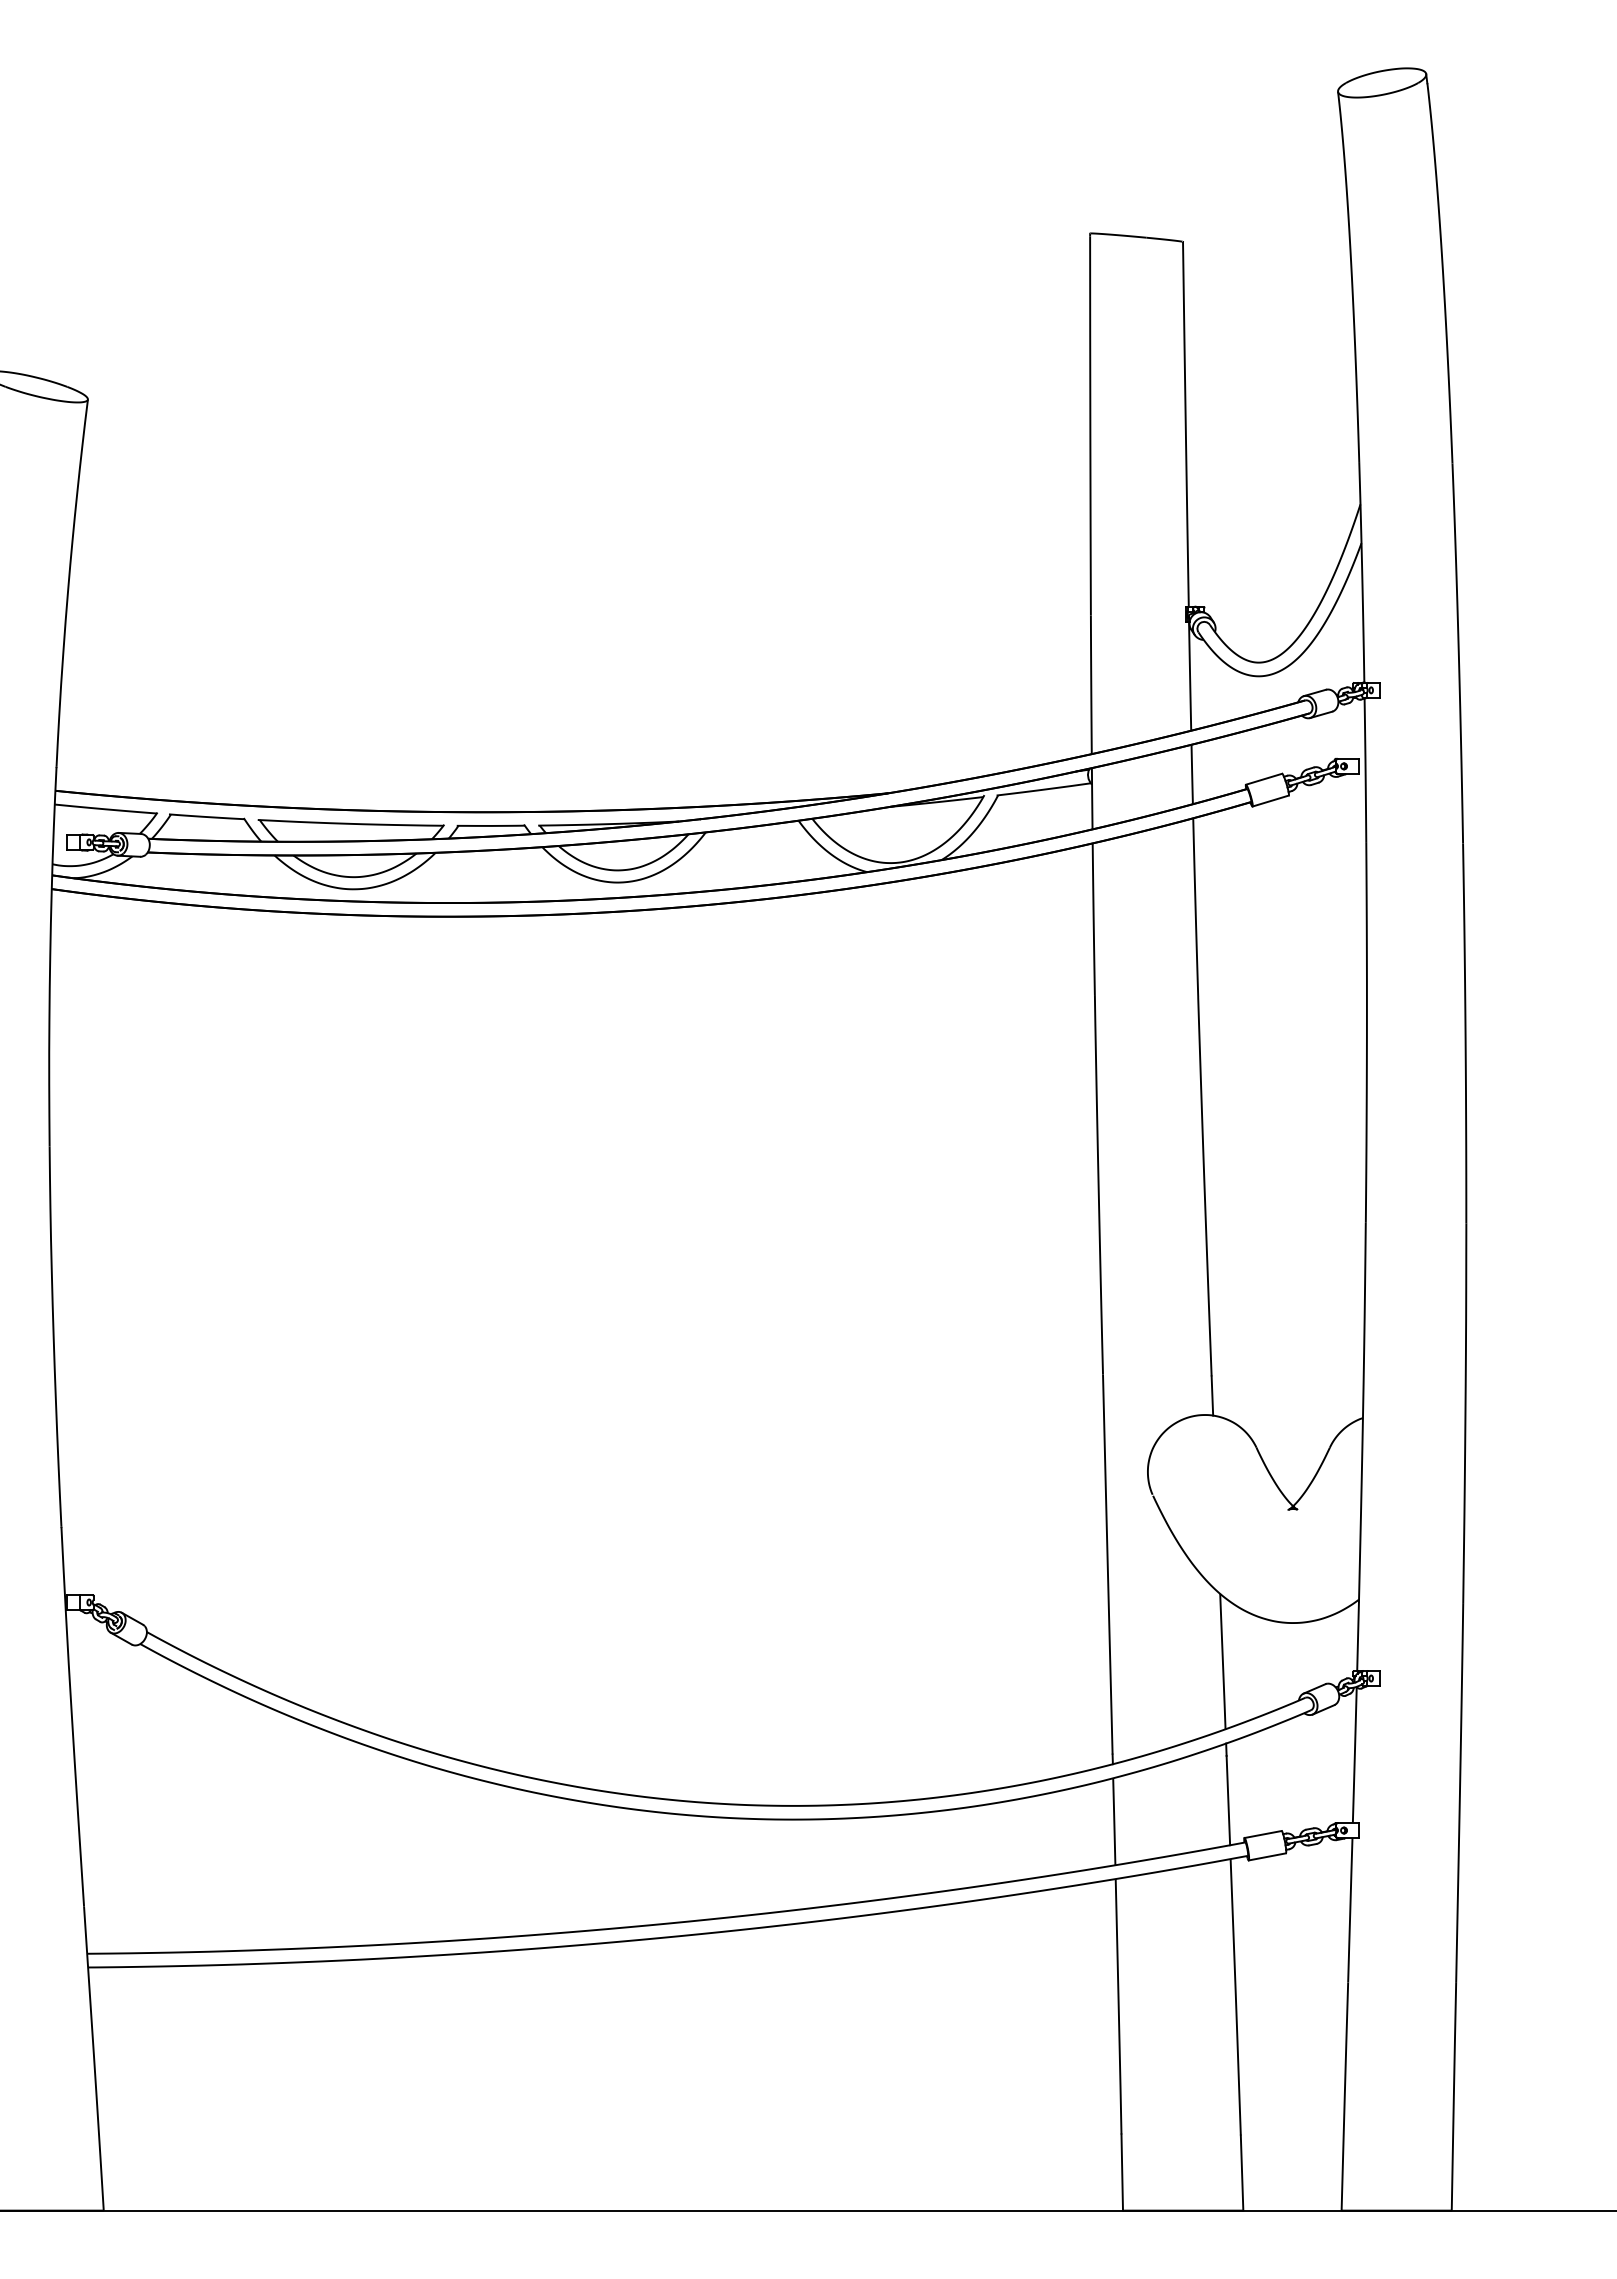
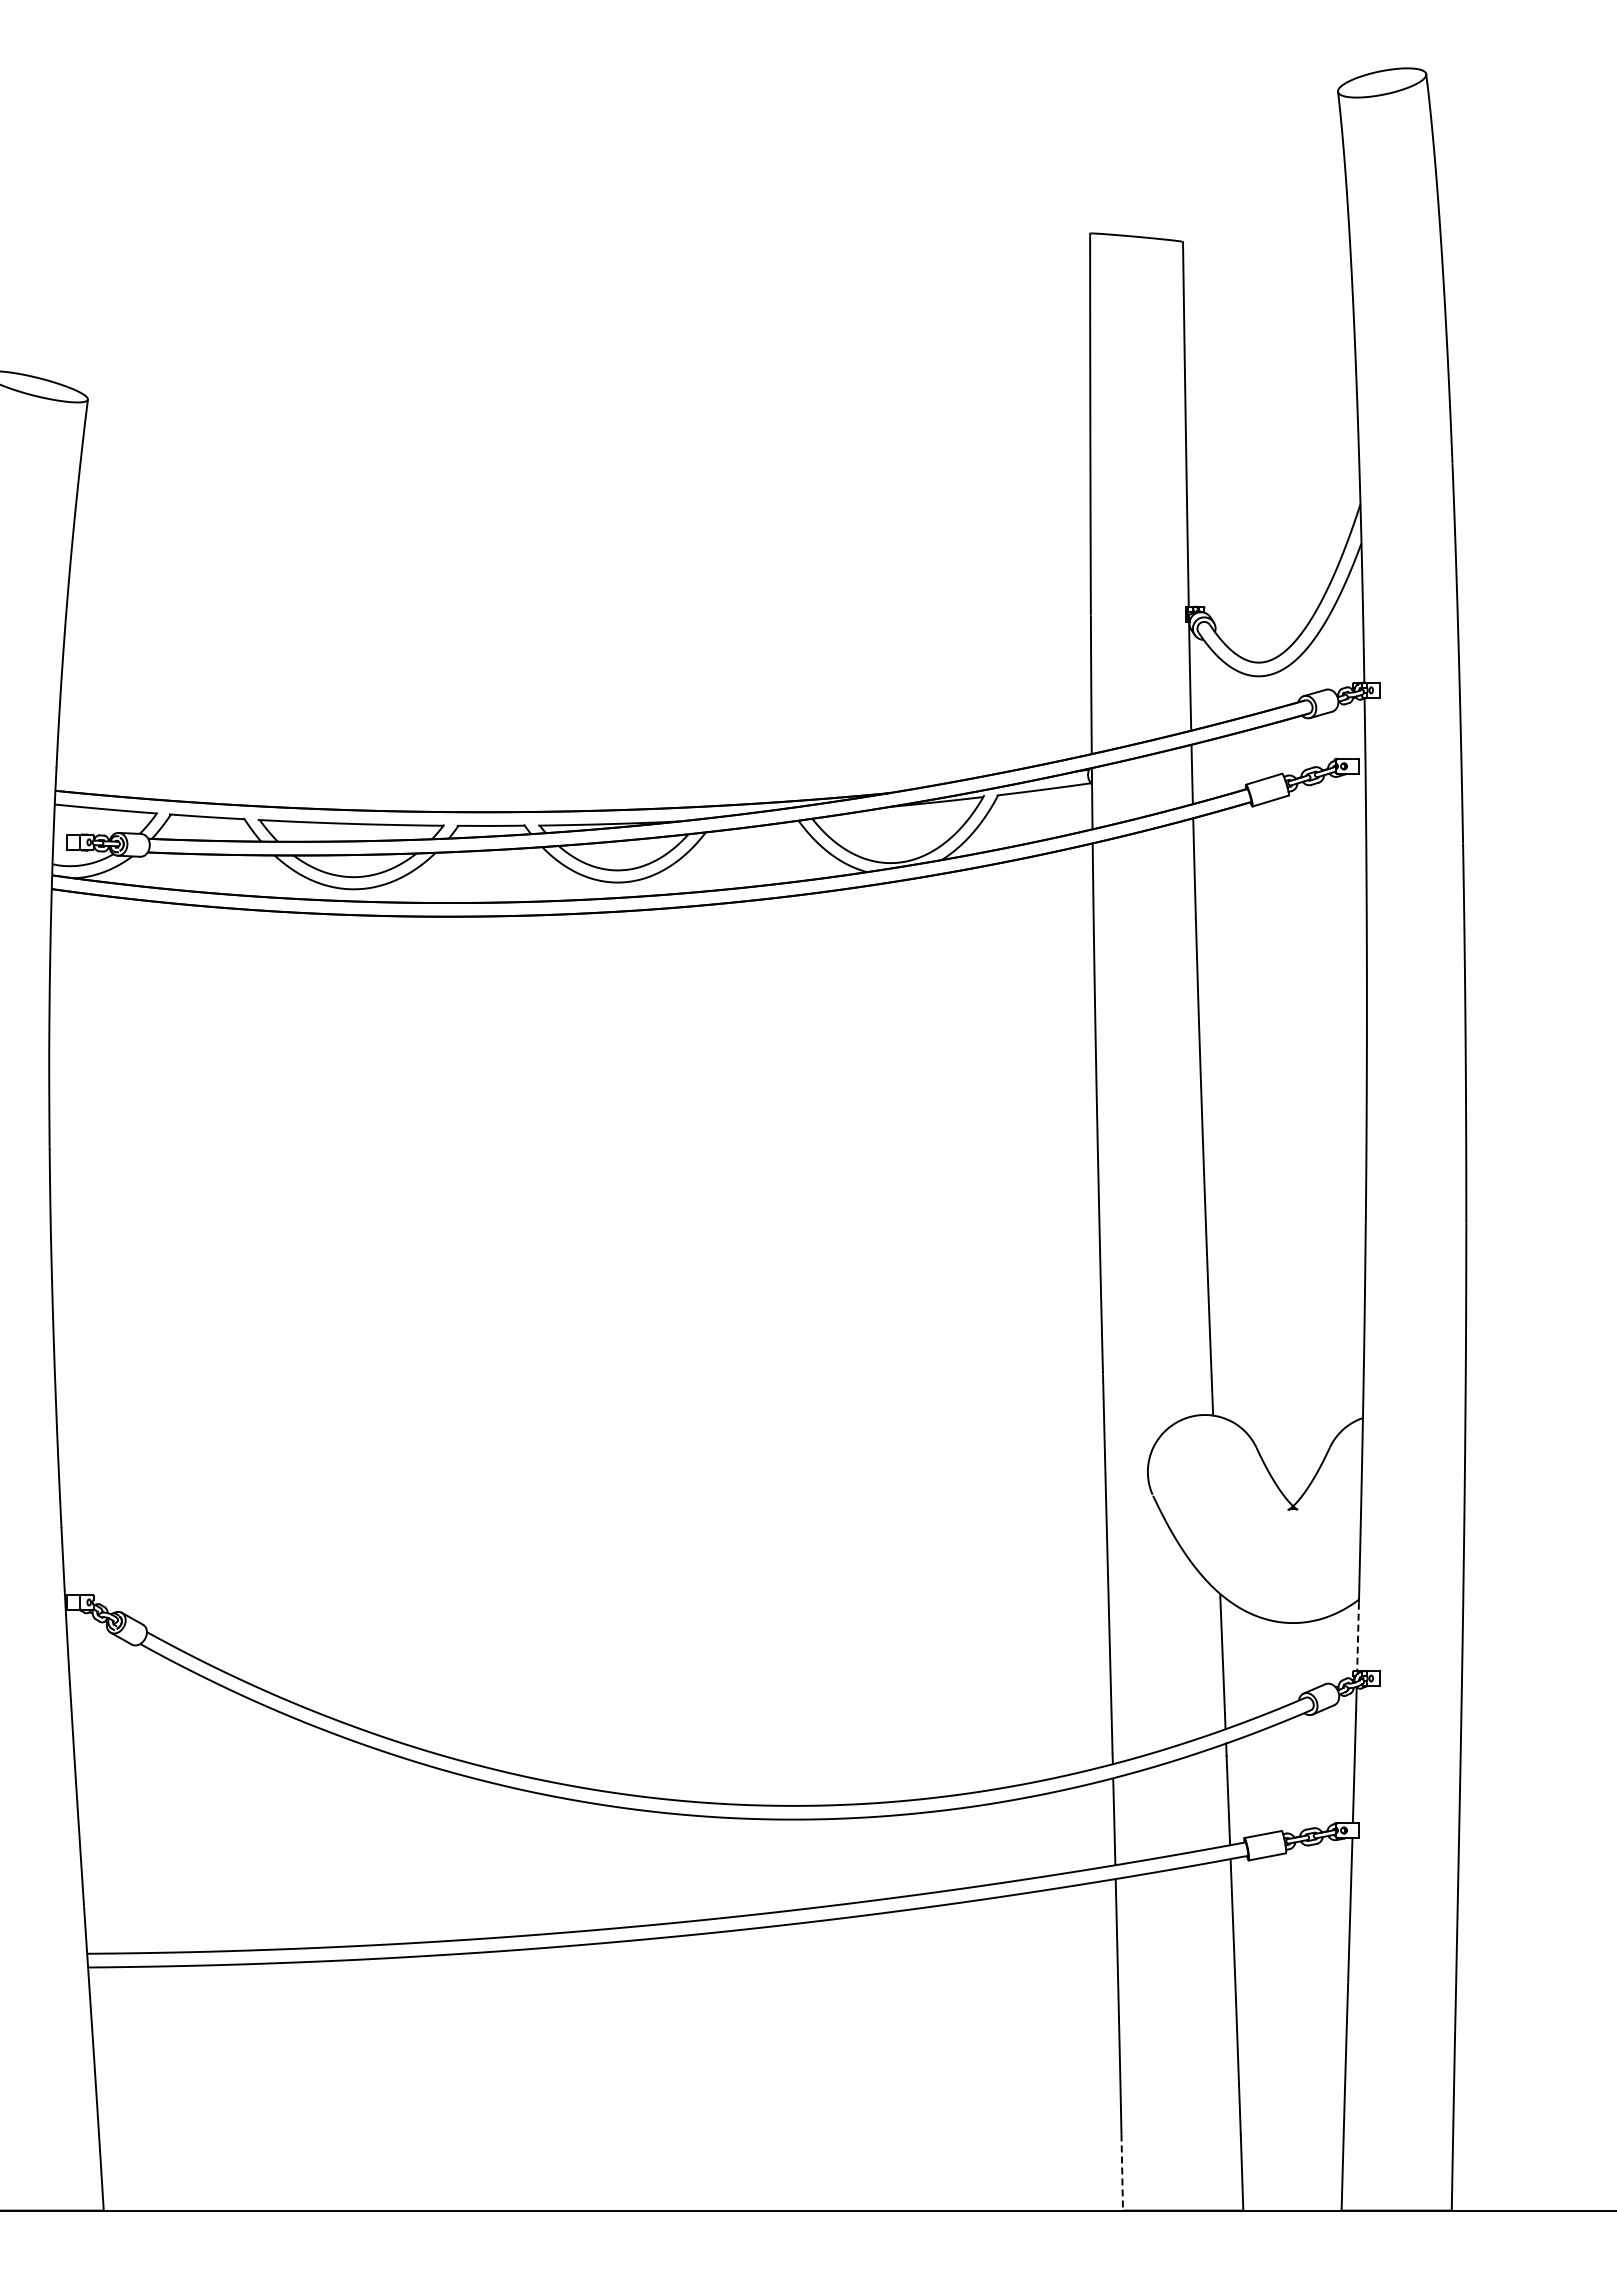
line at (1358, 1637): solid -> dashed
line at (1122, 2173): solid -> dashed
